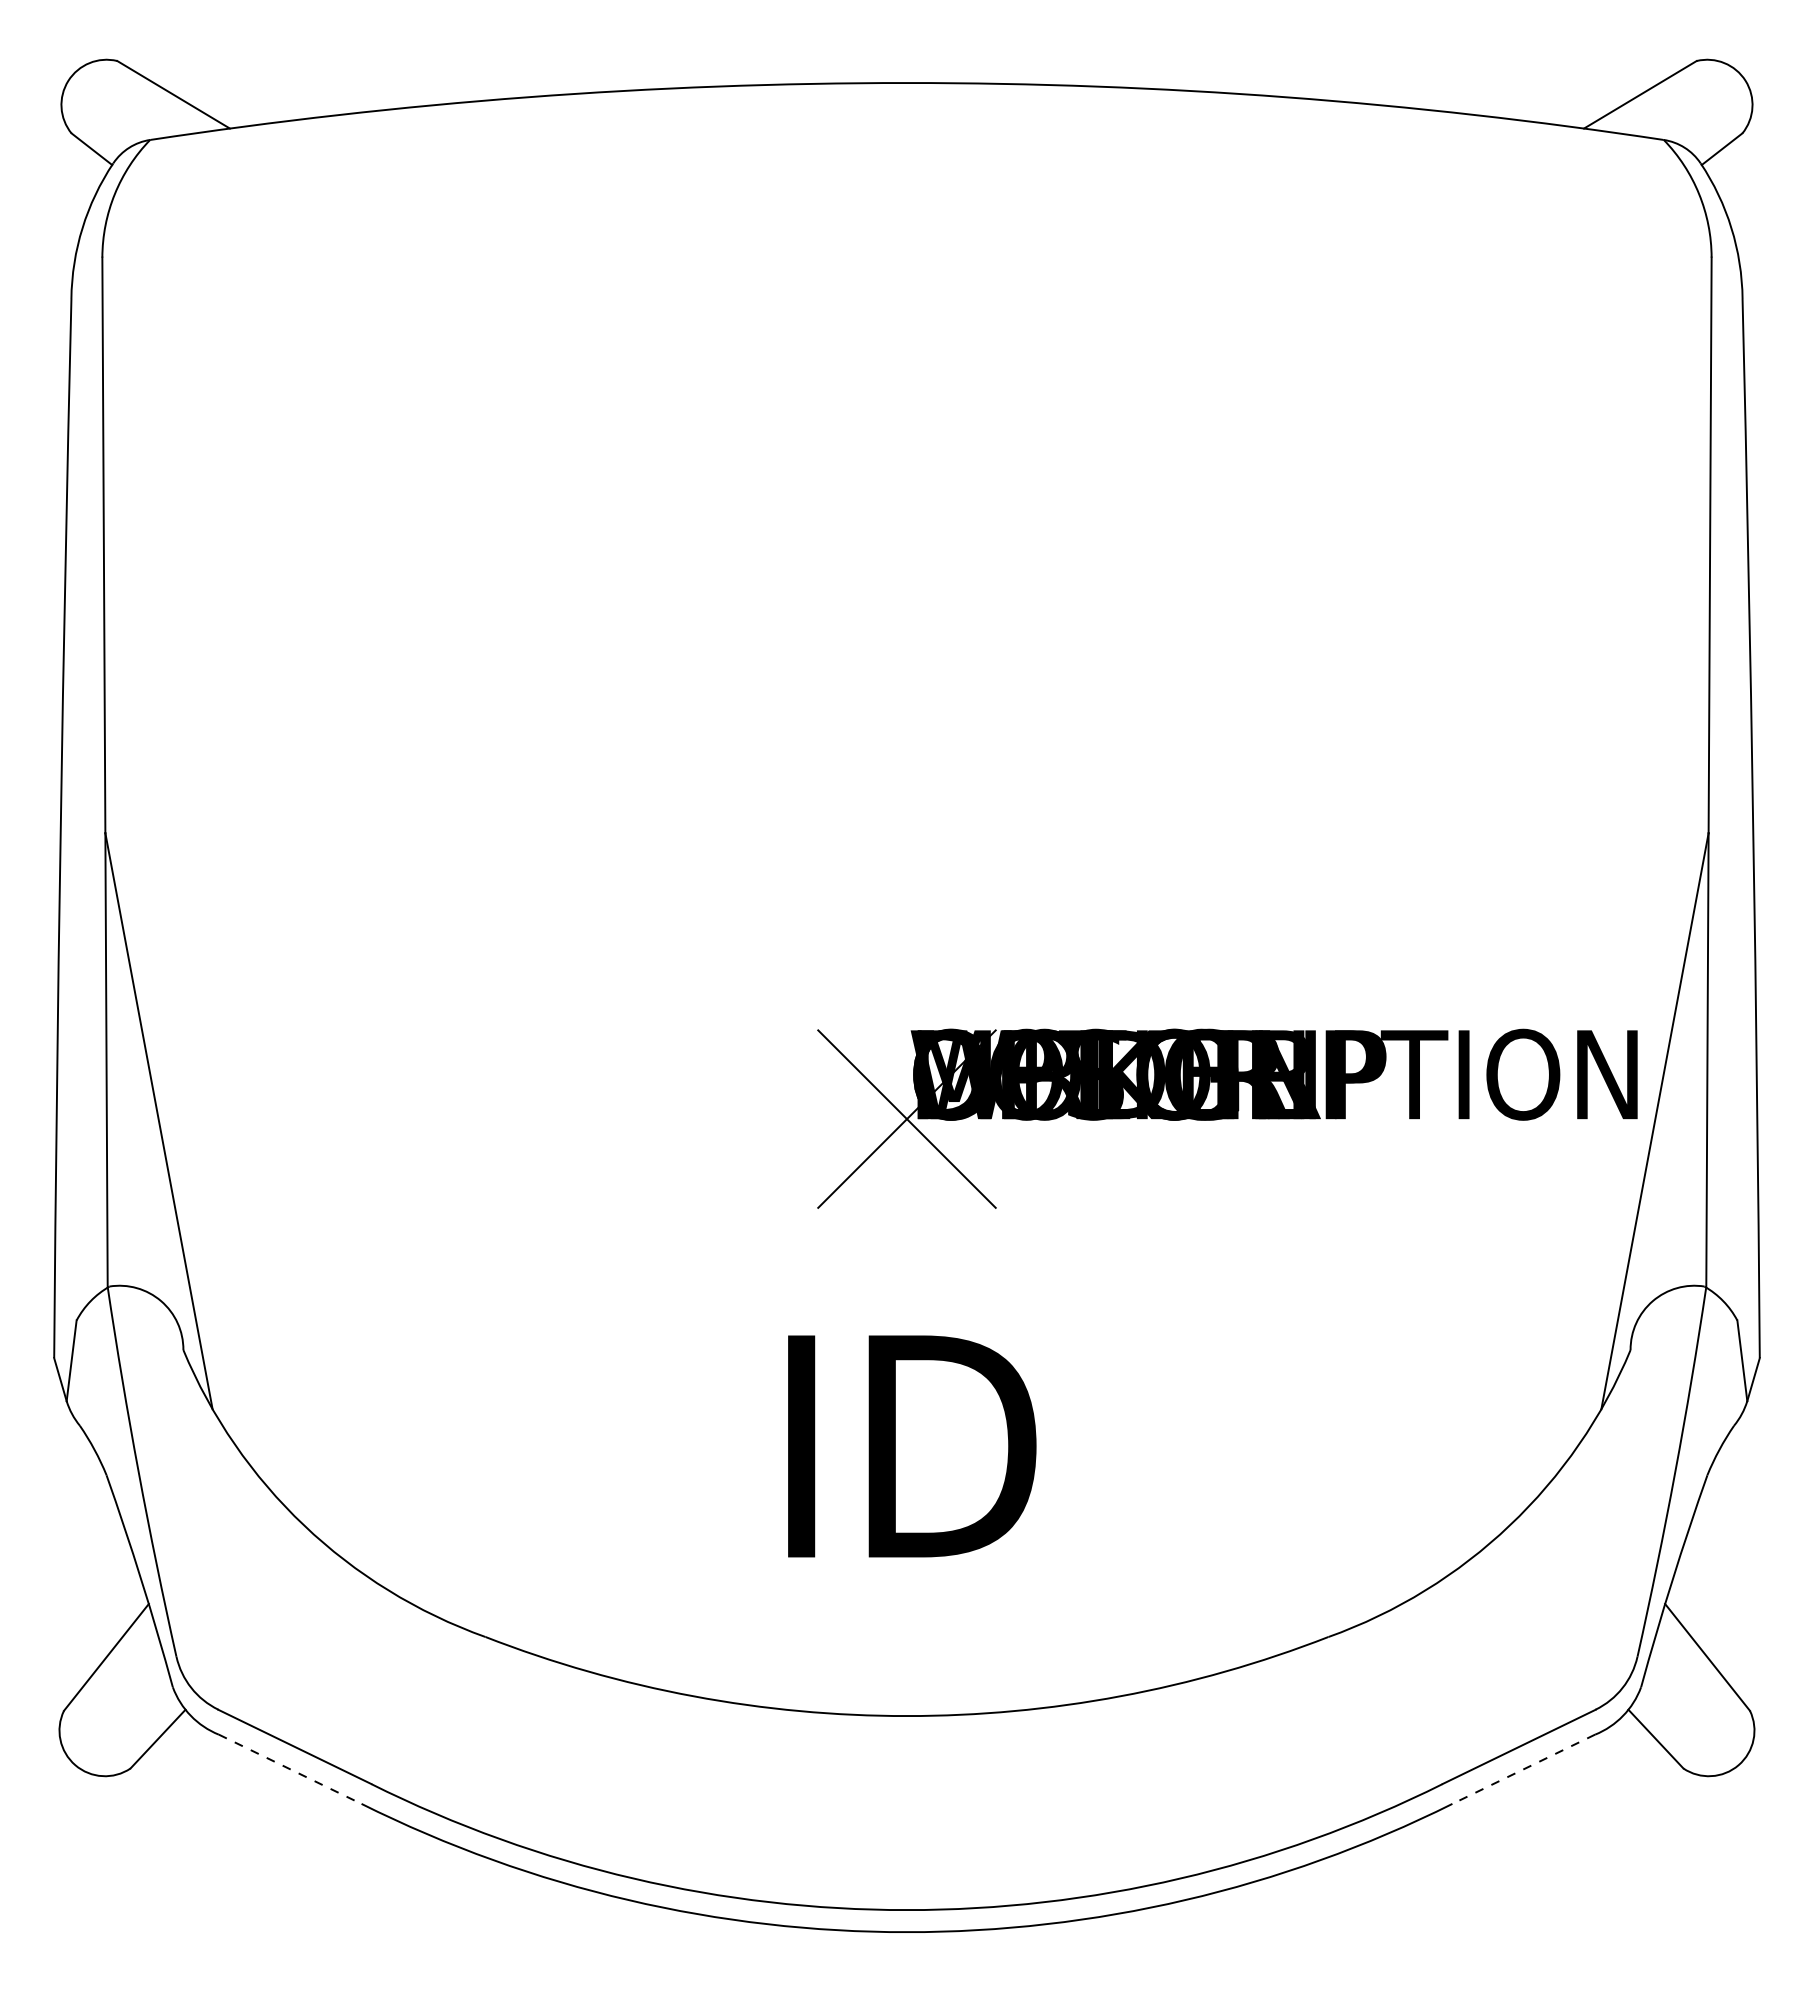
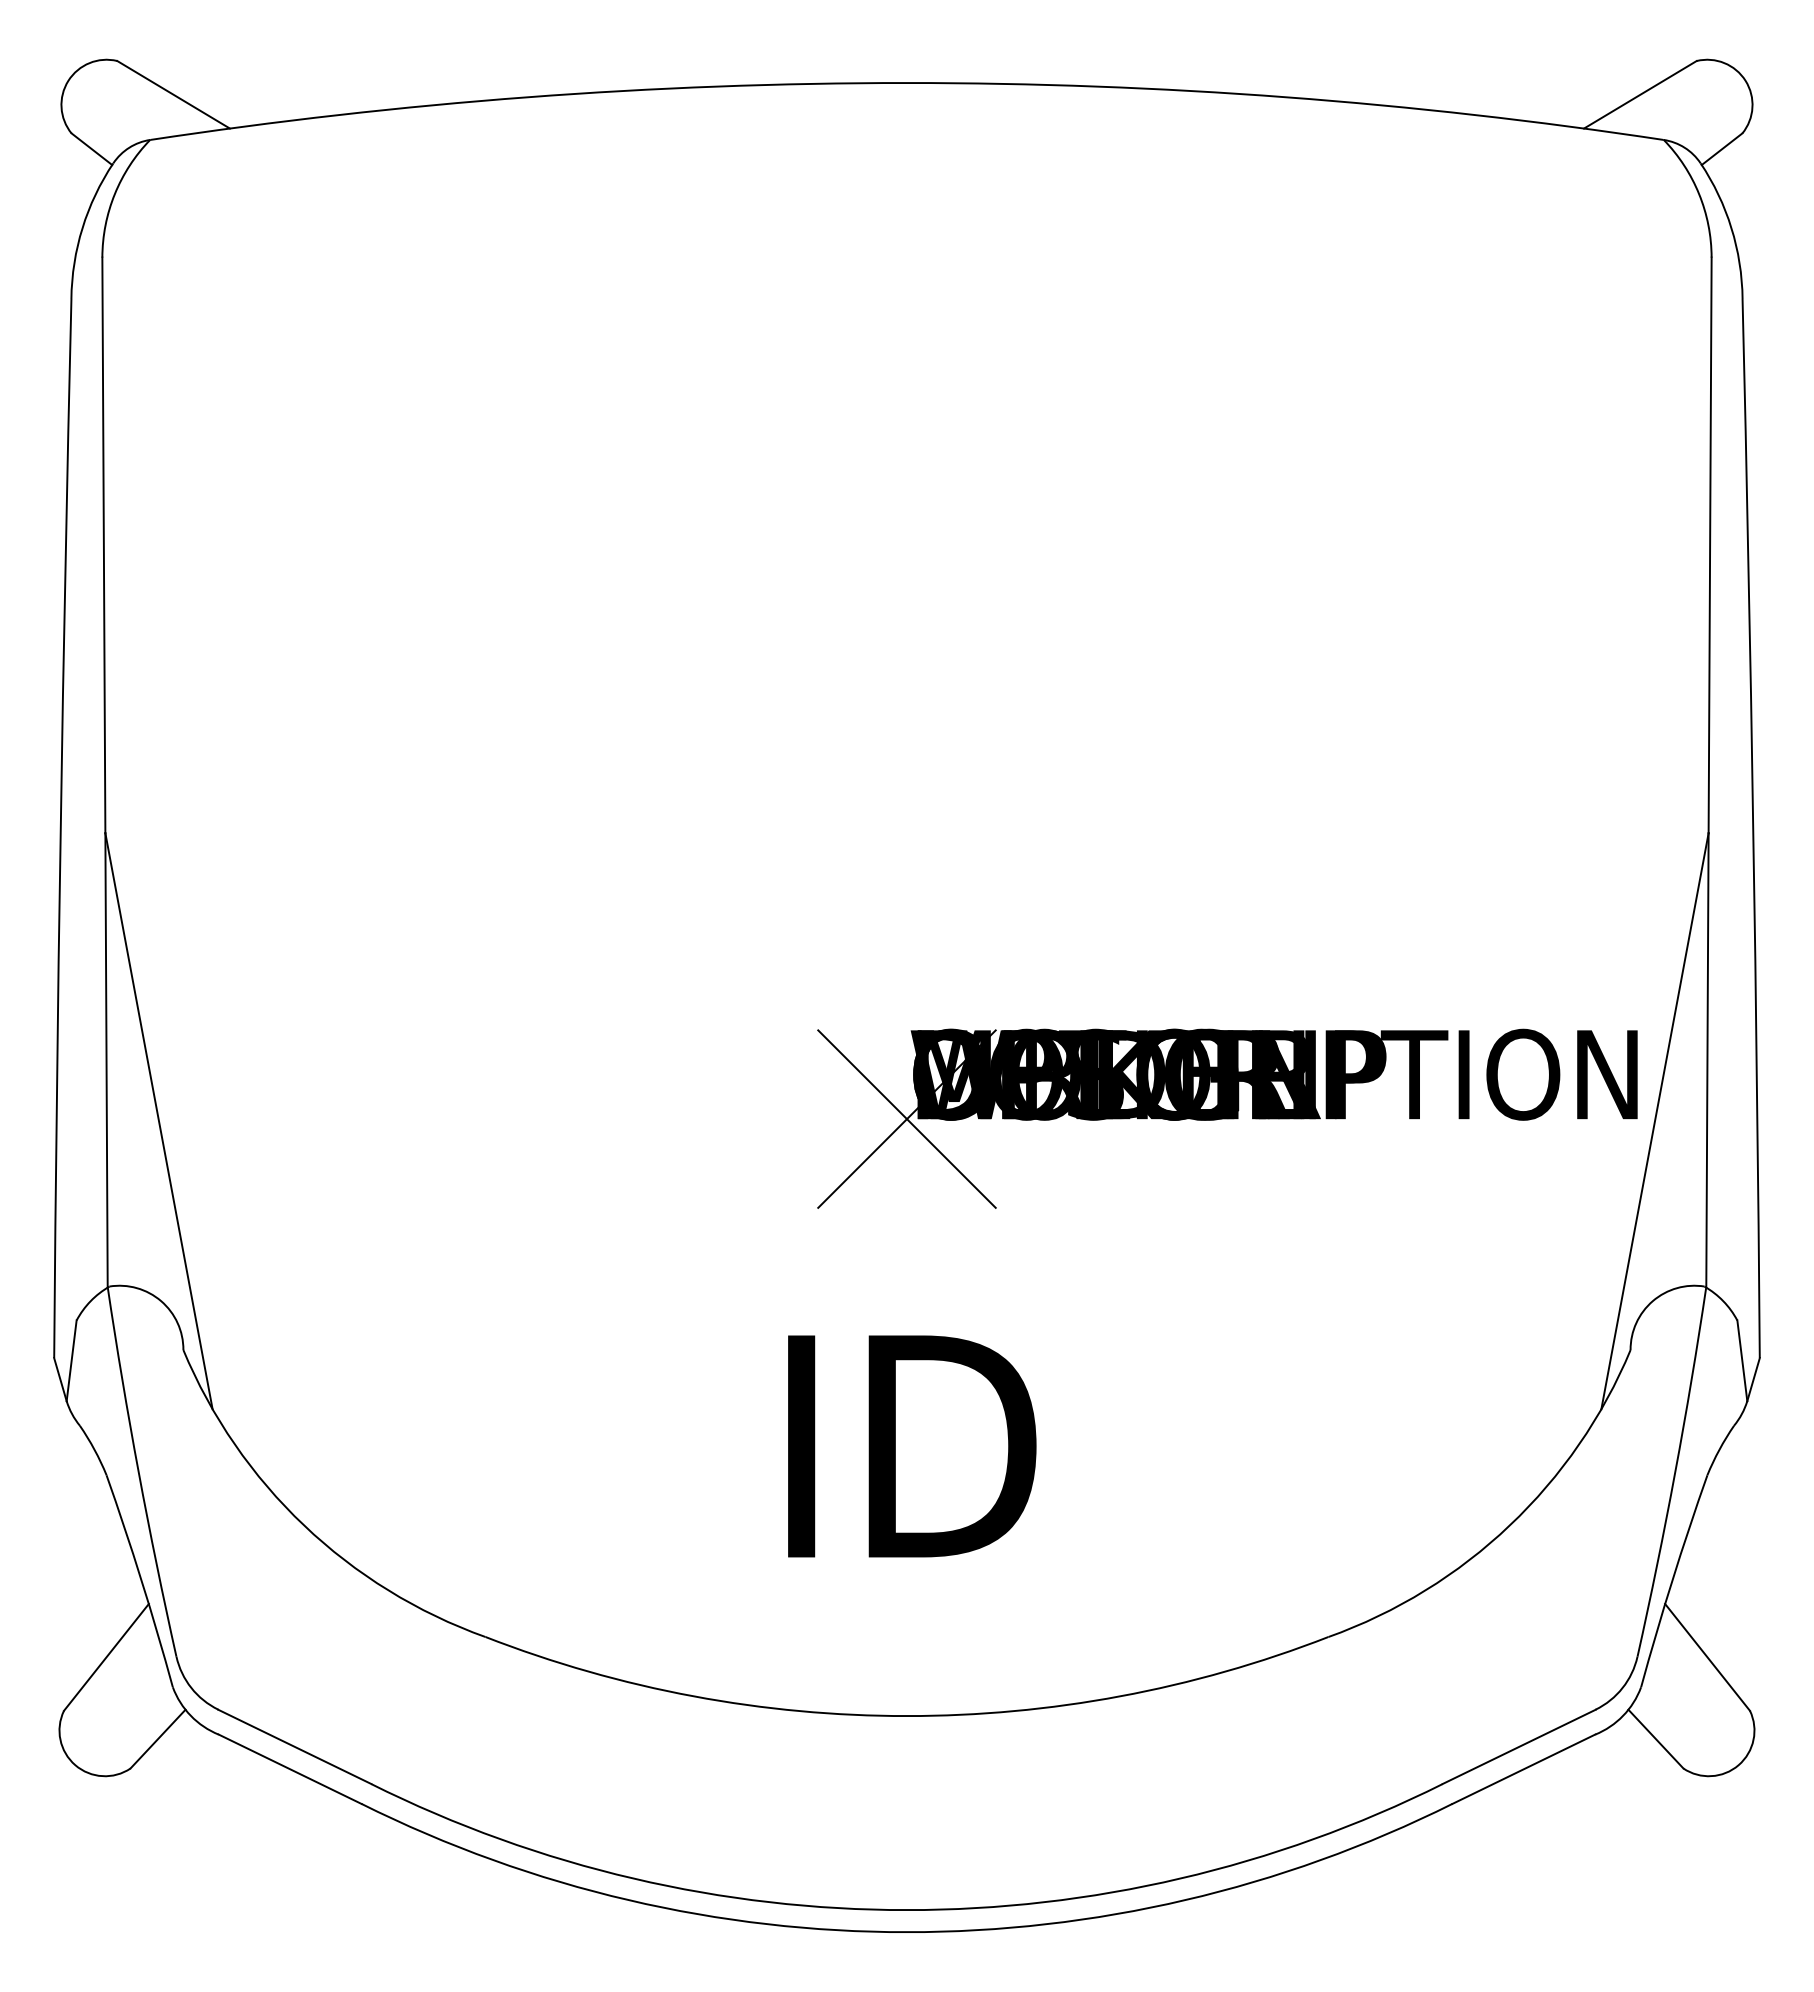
line at (290, 1769): dashed -> solid
line at (1523, 1769): dashed -> solid
